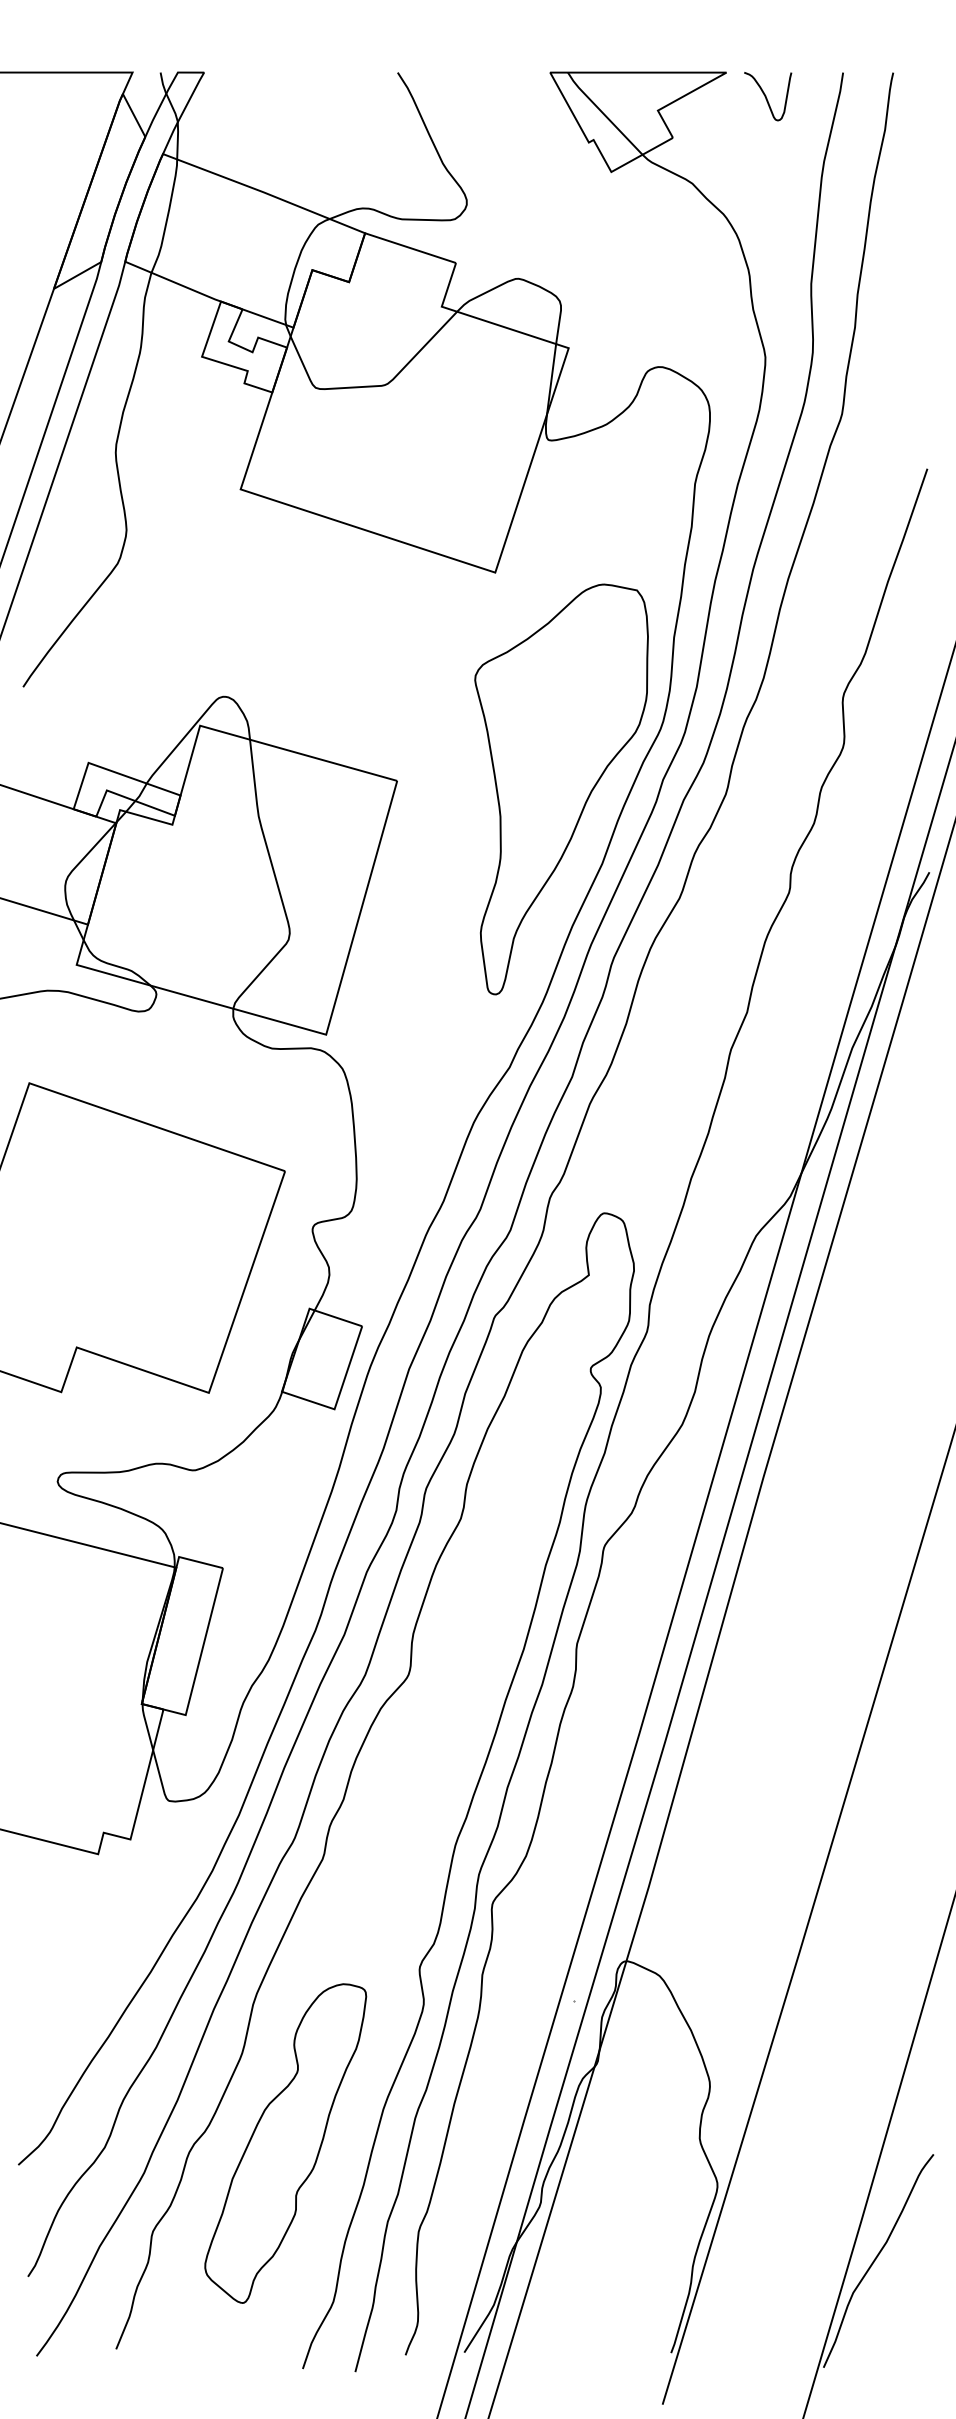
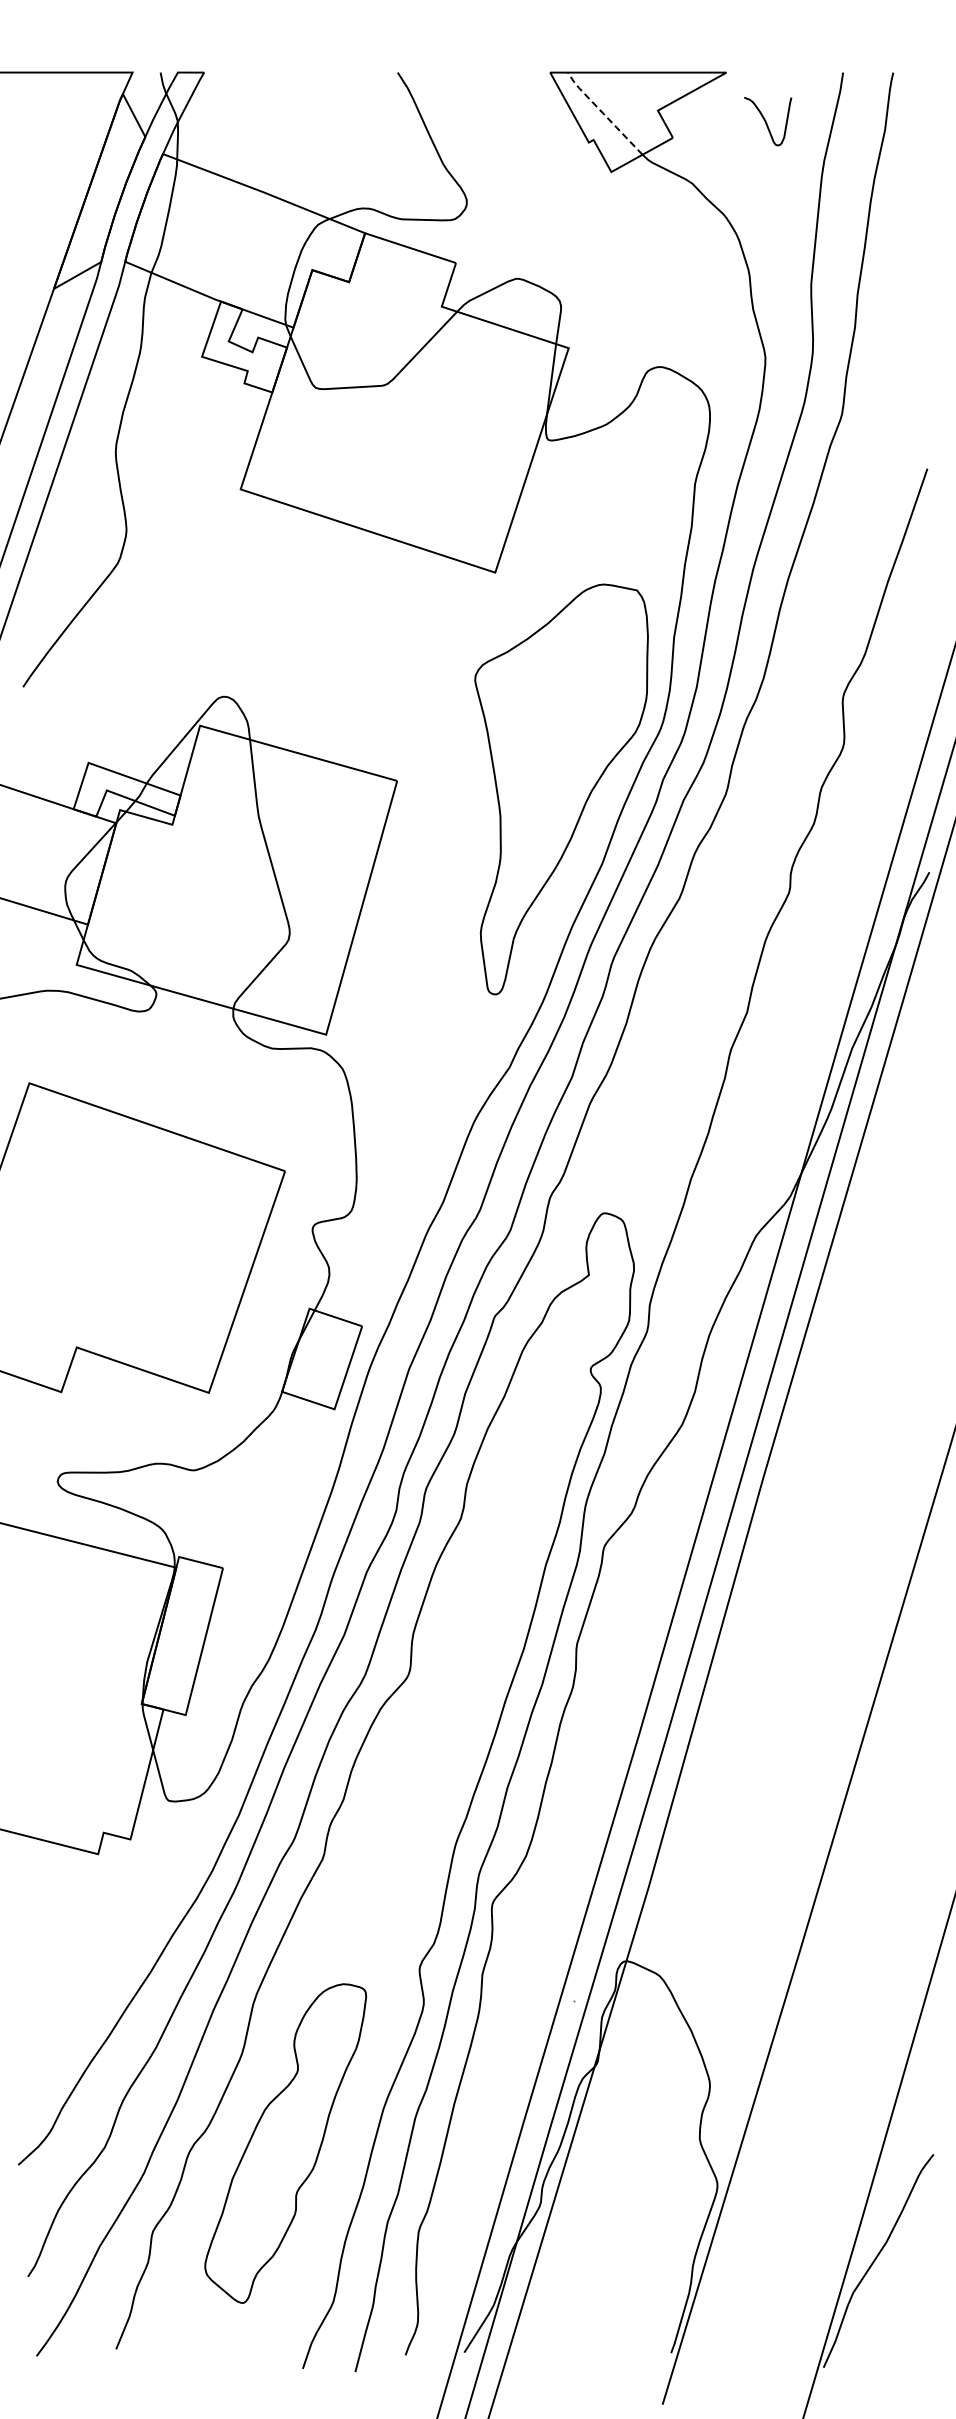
curve at (766, 96) position: (766, 96) -> (766, 121)
line at (602, 112): solid -> dashed
